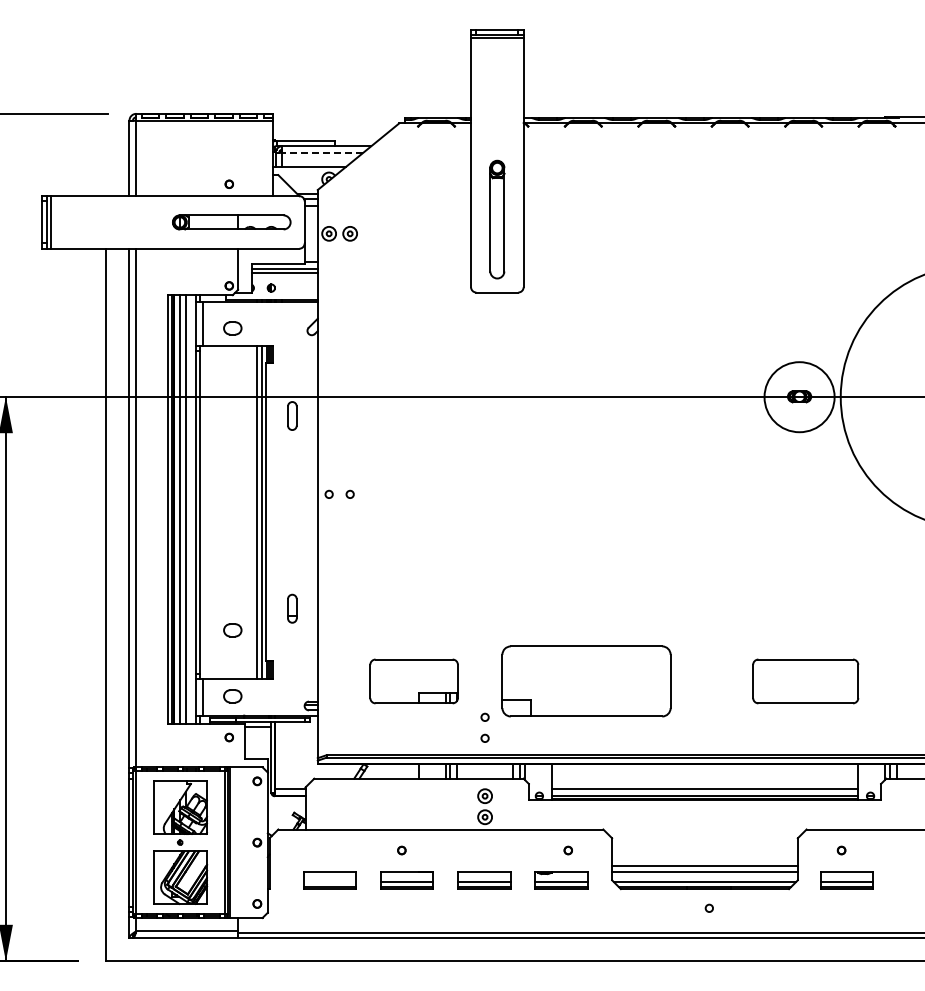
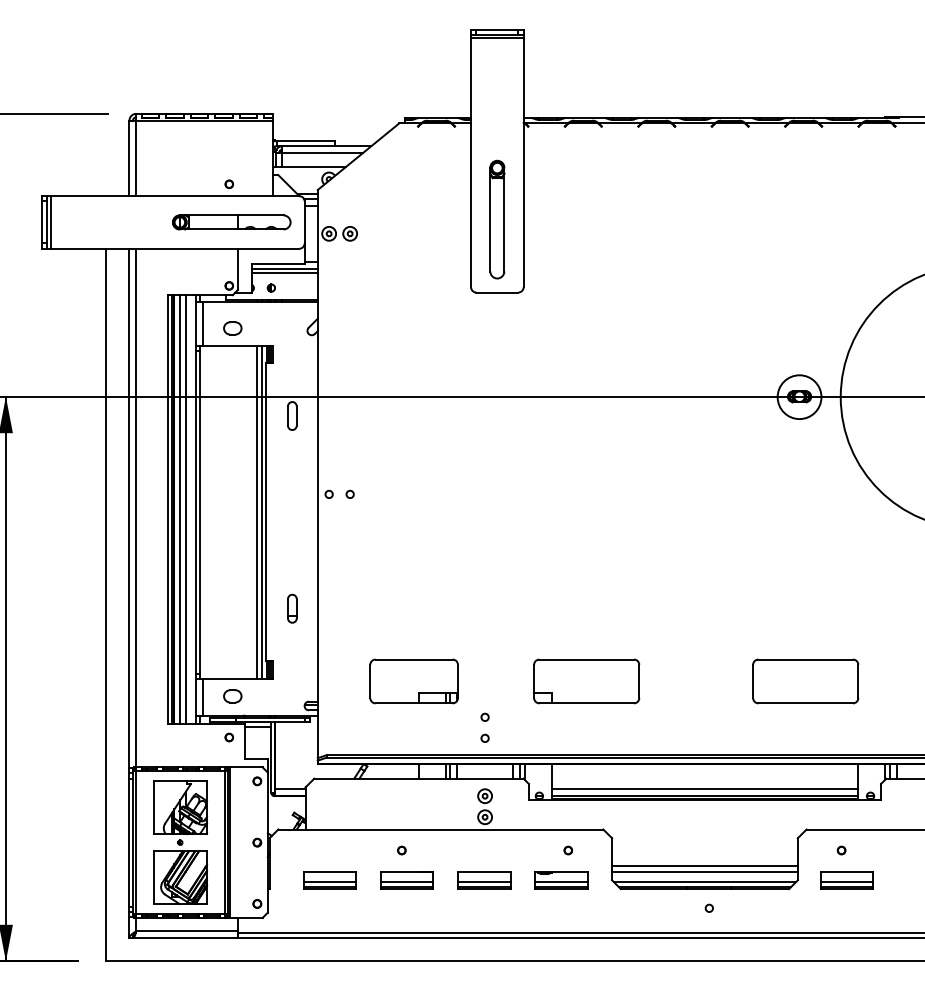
line at (322, 152): dashed -> solid
circle at (799, 397) diameter: 70 px -> 44 px
part at (232, 630): present -> none
part at (586, 681) size: 171x73 px -> 108x47 px
line at (329, 882): none -> present
